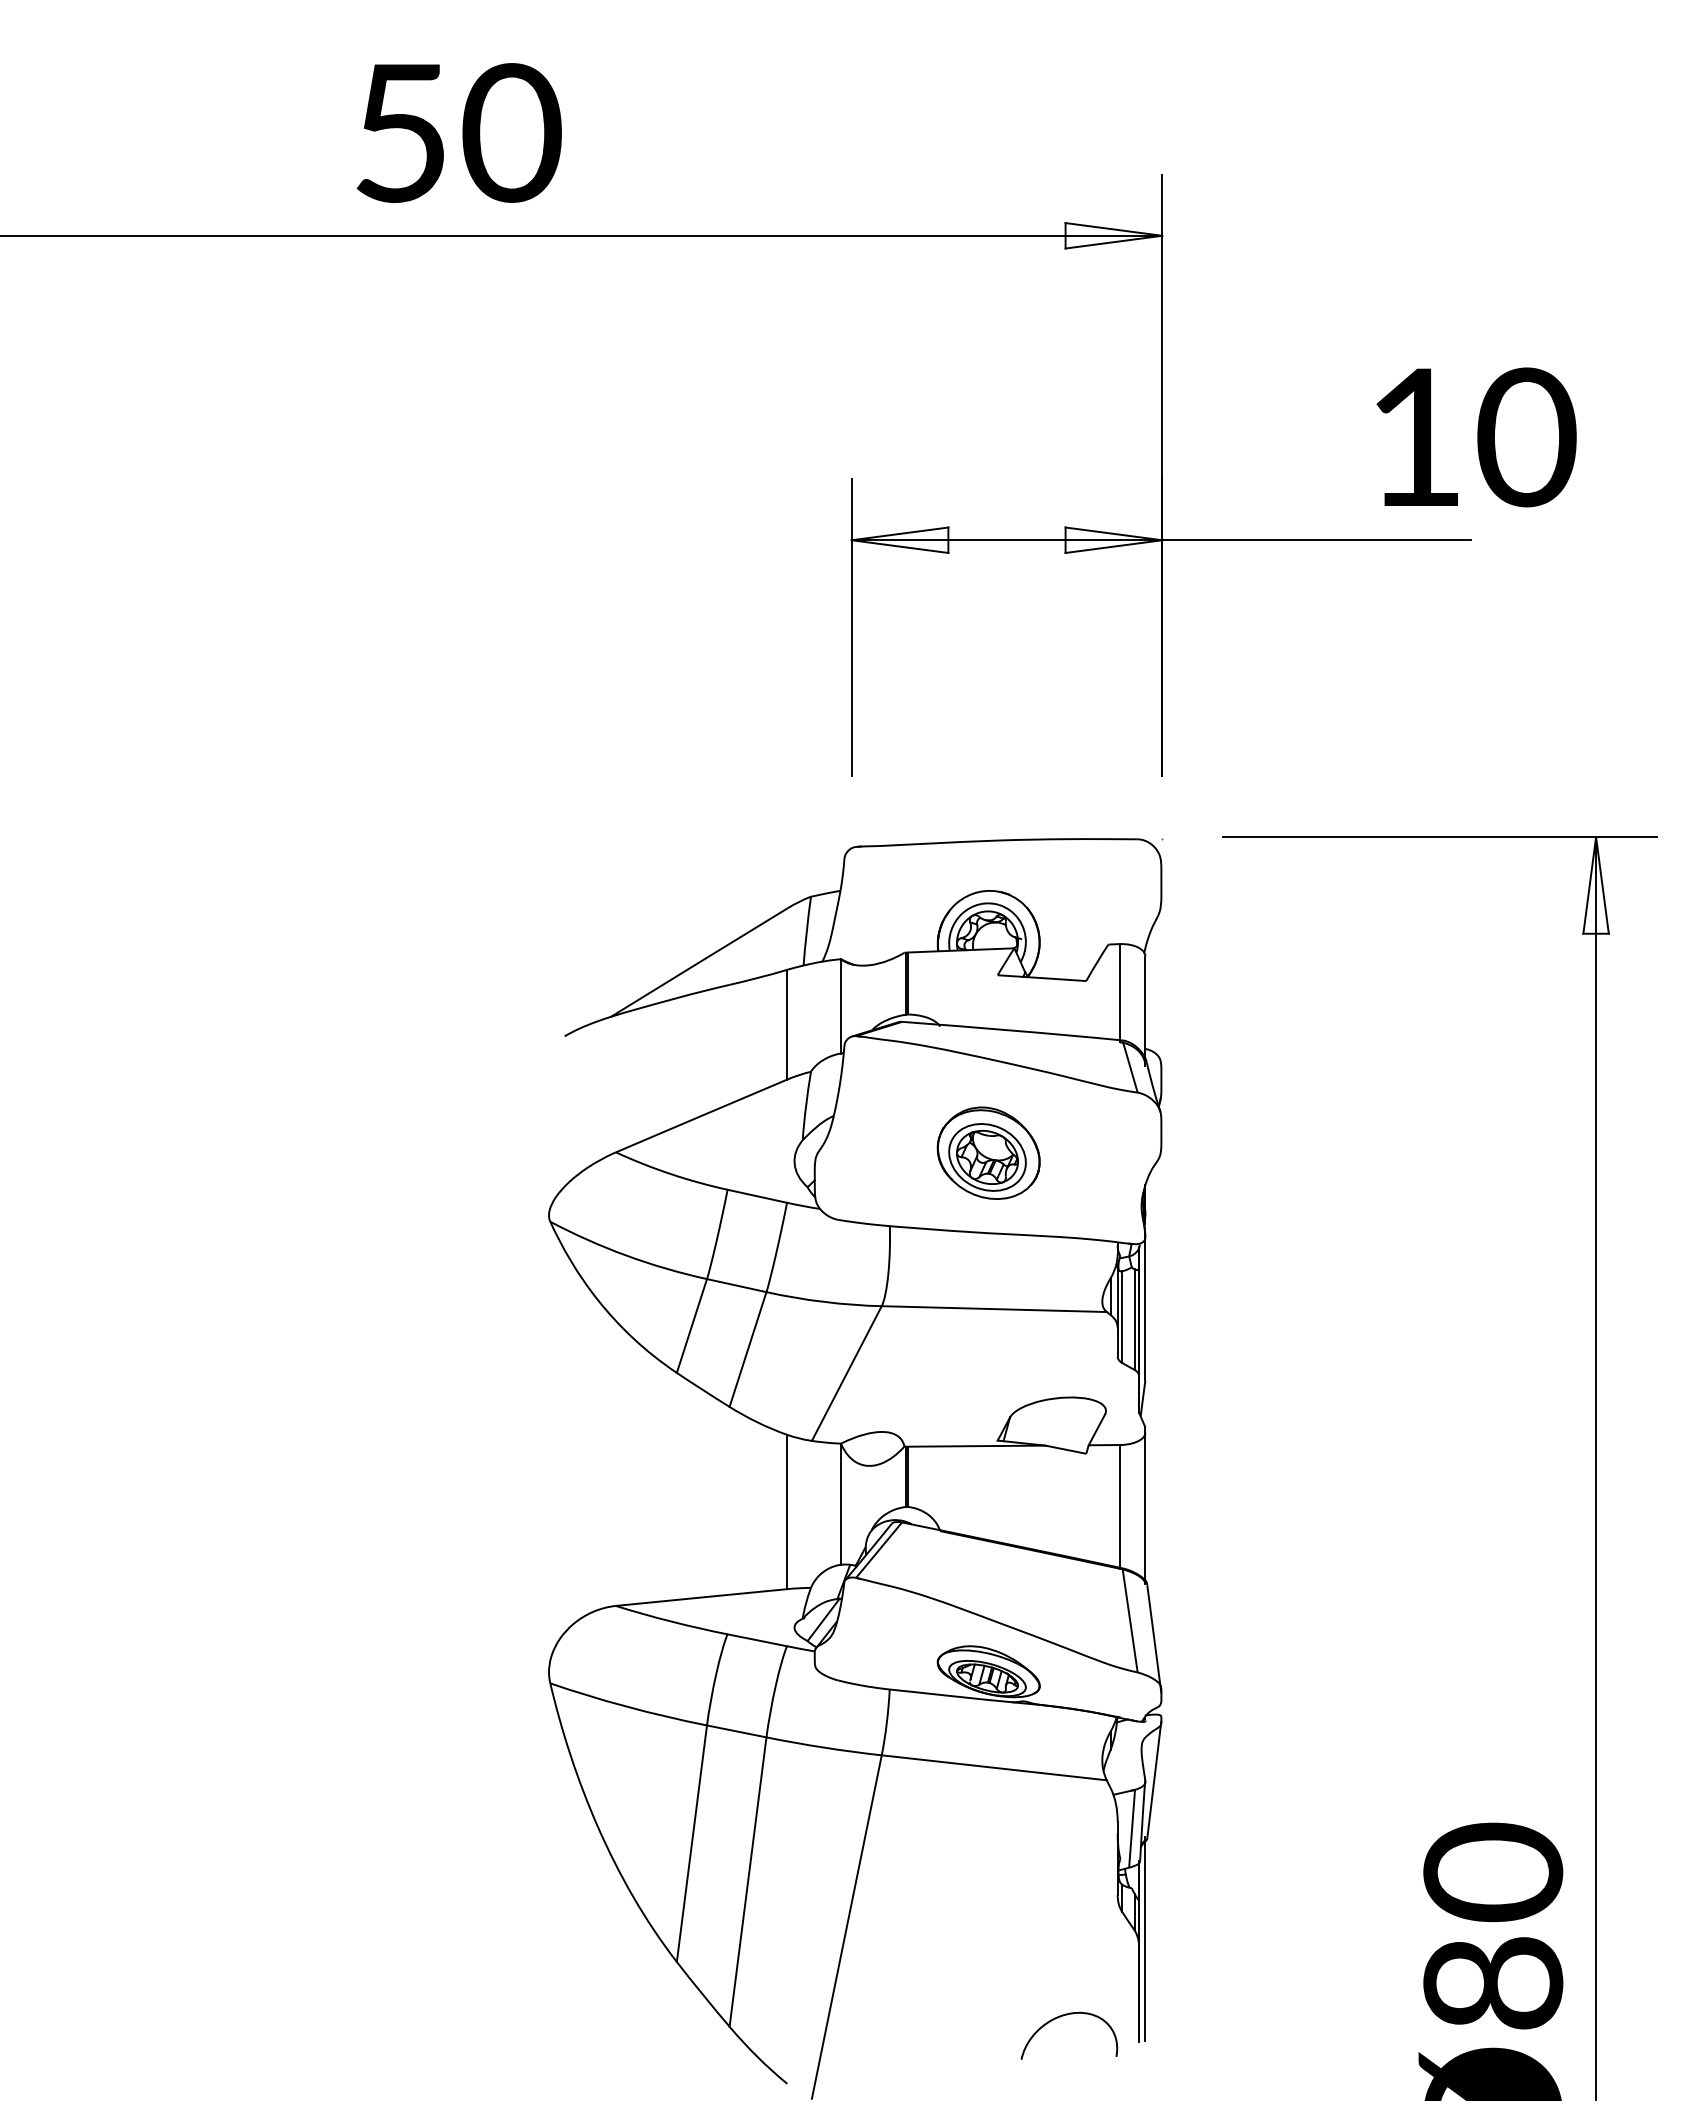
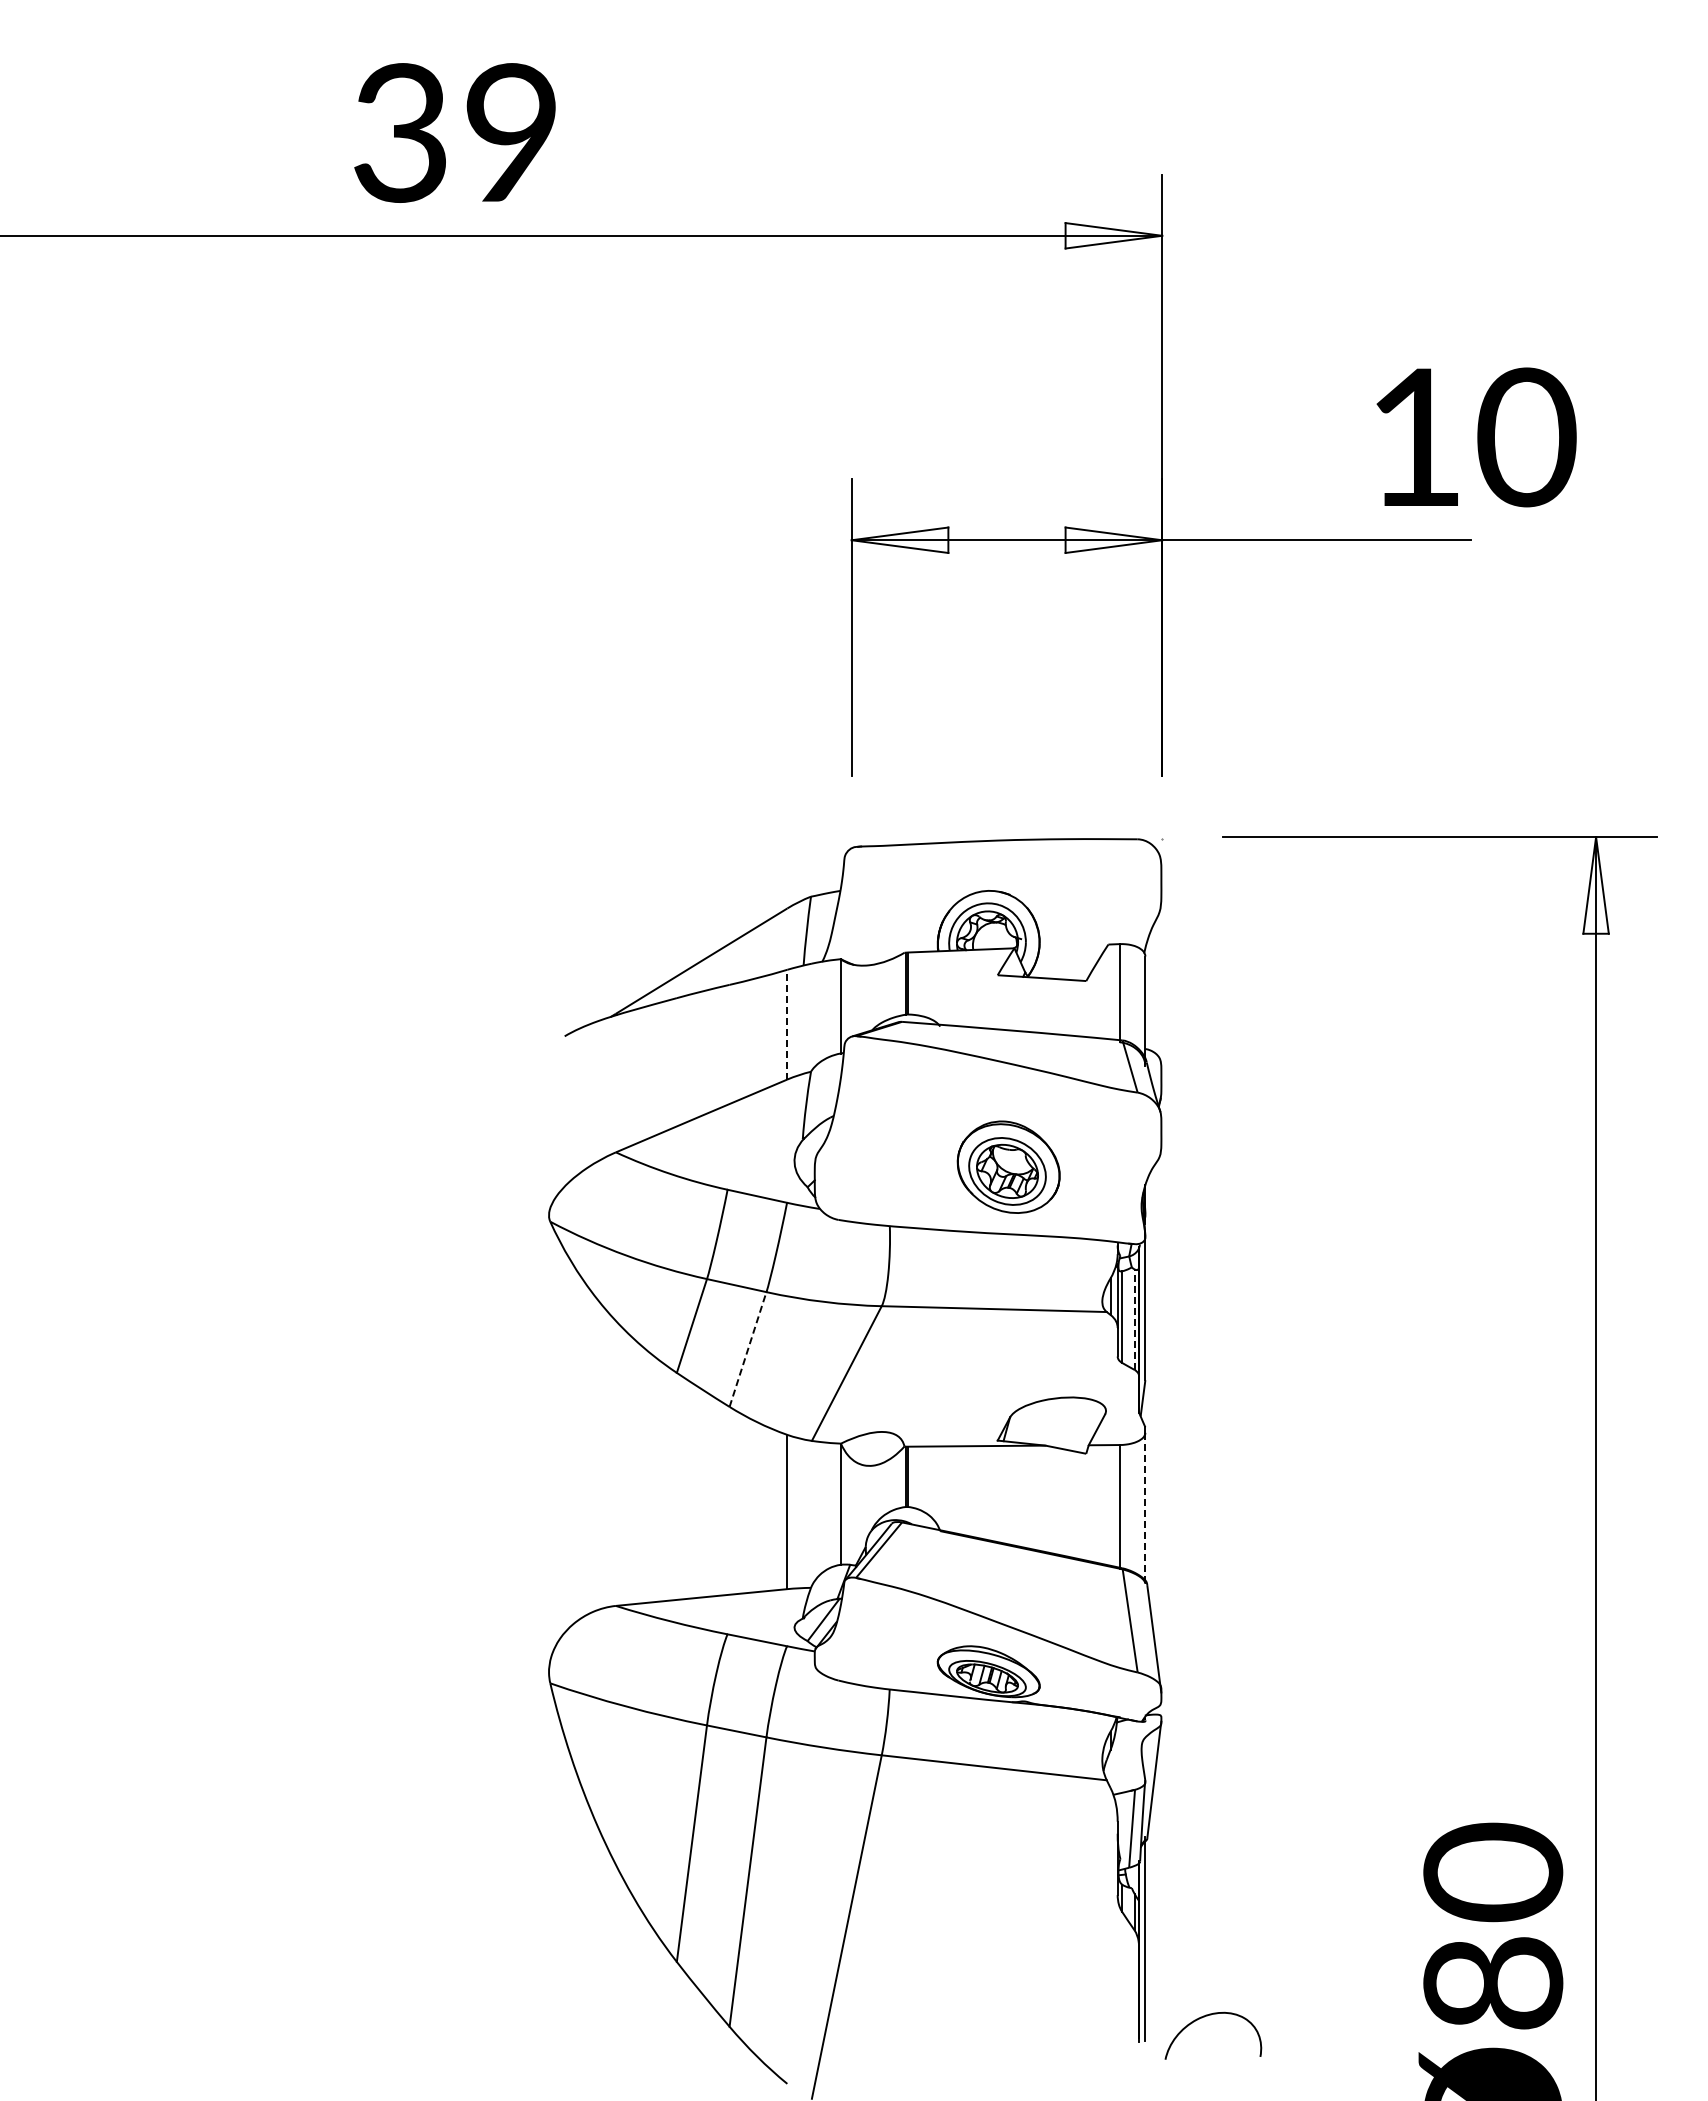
text at (457, 132): 50 -> 39
line at (787, 1024): solid -> dashed
part at (988, 1152) position: (988, 1152) -> (1008, 1166)
line at (1134, 1319): solid -> dashed
line at (748, 1349): solid -> dashed
line at (1145, 1508): solid -> dashed
curve at (1063, 2016) position: (1063, 2016) -> (1207, 2016)
